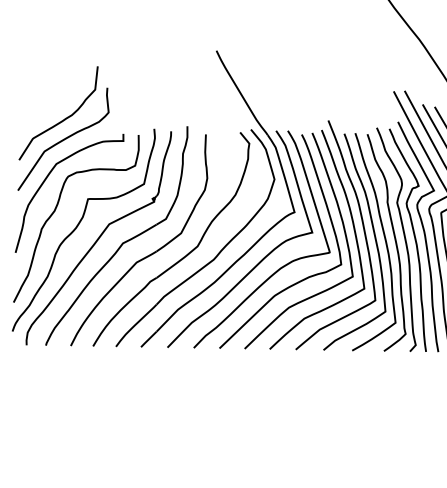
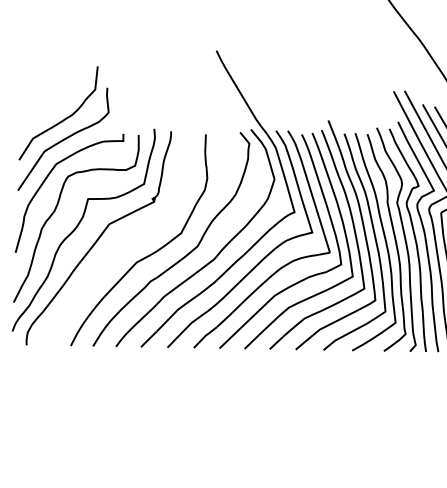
part at (122, 242): present -> none
